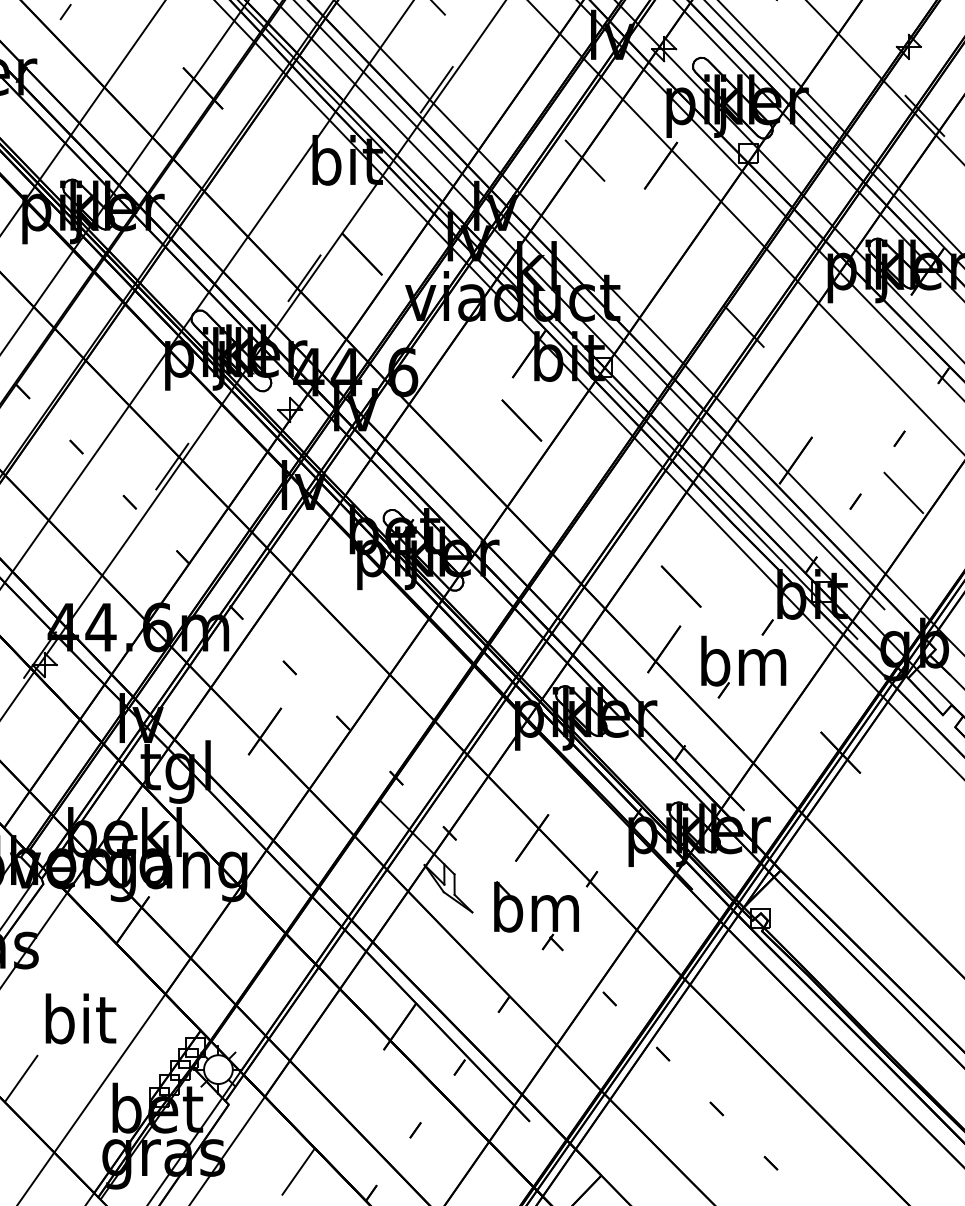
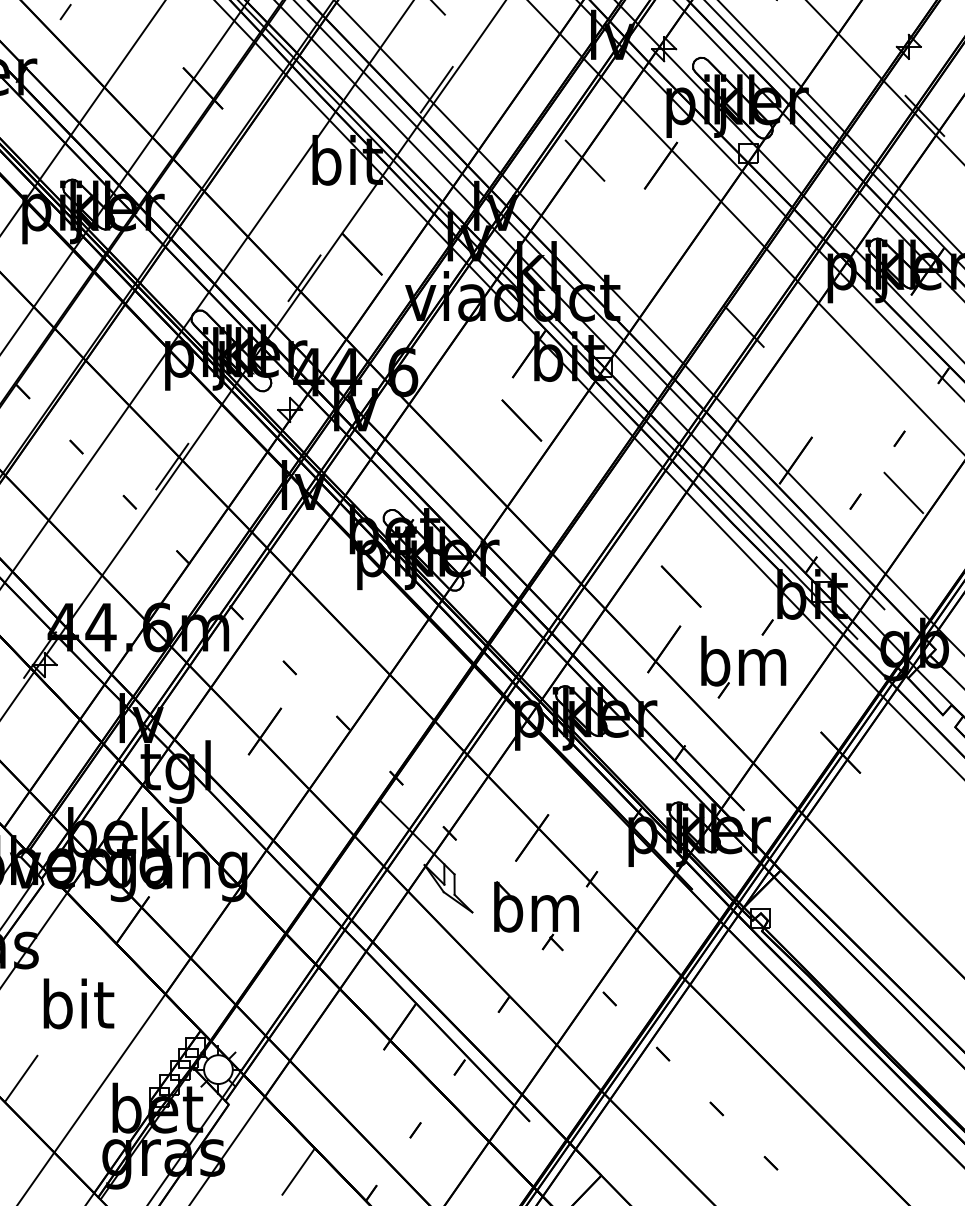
text at (80, 1018) position: (80, 1018) -> (78, 1003)
